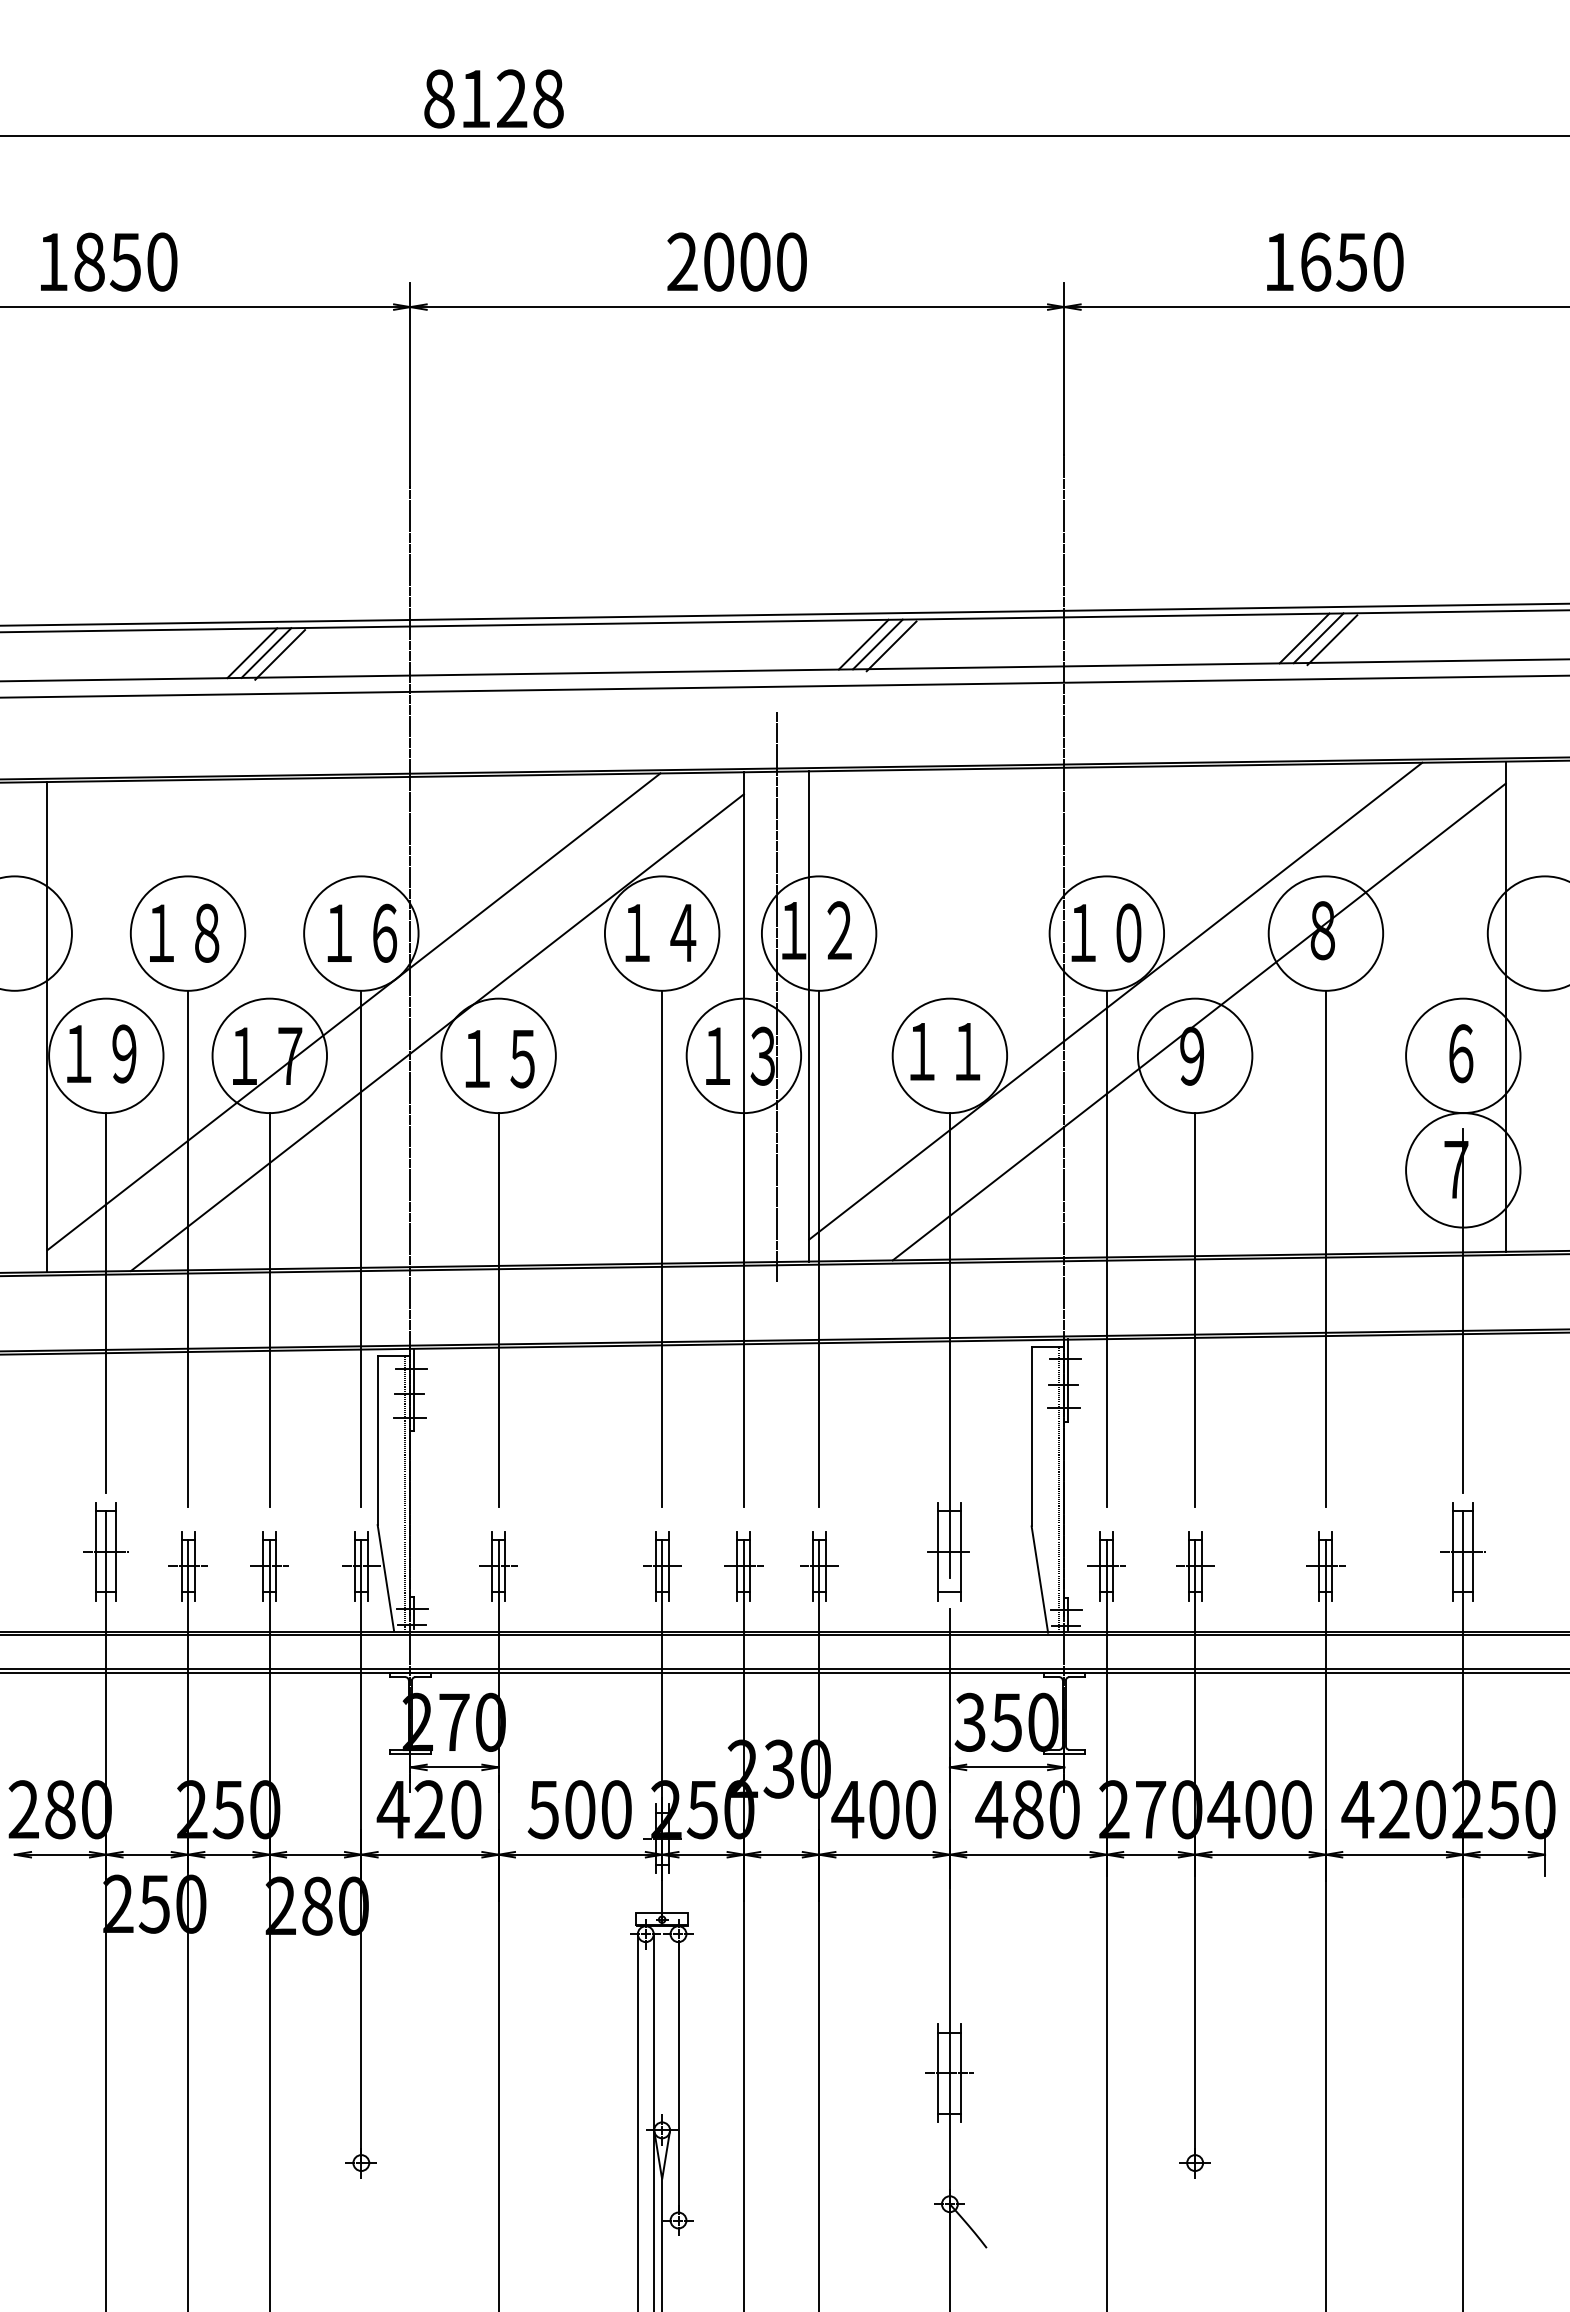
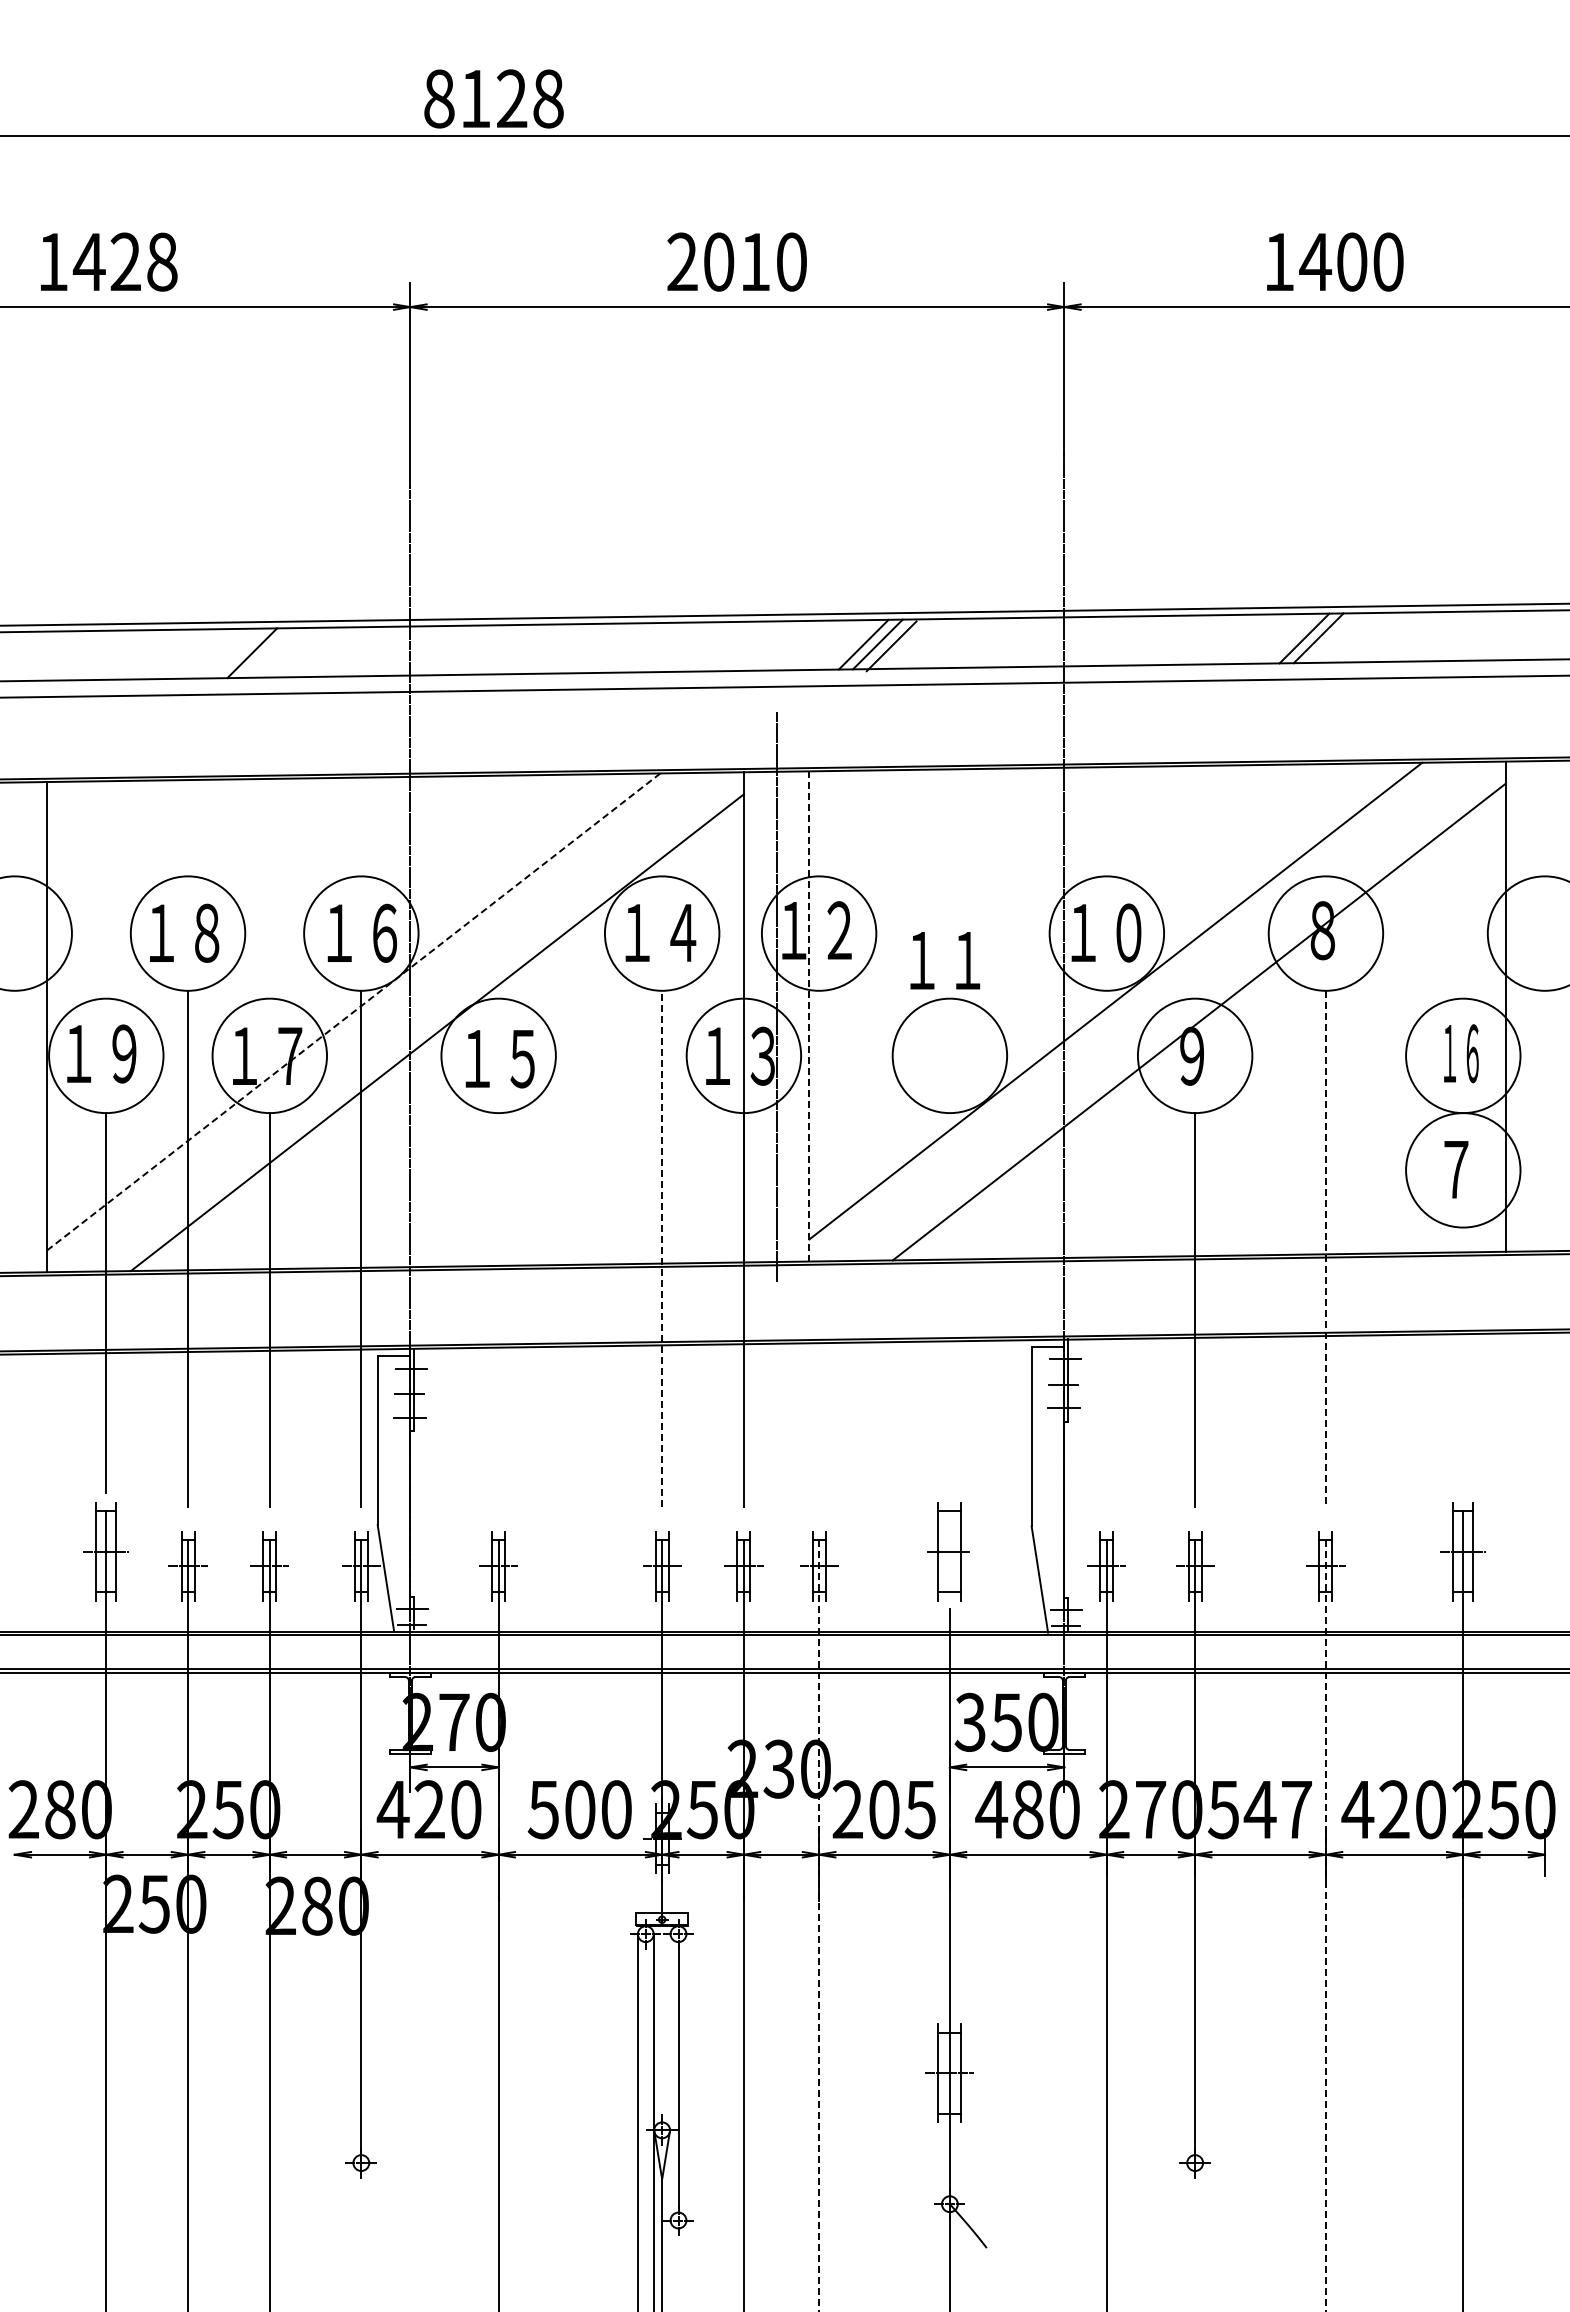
text at (124, 261): 1850 -> 1428
text at (755, 261): 2000 -> 2010
text at (1333, 261): 1650 -> 1400
line at (1332, 640): present -> none
line at (266, 652): present -> none
line at (280, 654): present -> none
line at (353, 1012): solid -> dashed
line at (809, 1016): solid -> dashed
text at (945, 1051) position: (945, 1051) -> (945, 960)
text at (1461, 1053): ６ -> １６
line at (662, 1248): solid -> dashed
line at (819, 1248): present -> none
line at (1106, 1248): present -> none
line at (1325, 1249): solid -> dashed
line at (498, 1310): present -> none
line at (1463, 1310): present -> none
line at (949, 1345): present -> none
line at (1059, 1489): present -> none
line at (405, 1492): present -> none
text at (883, 1809): 400 -> 205
text at (1259, 1809): 400 -> 547
line at (819, 1926): solid -> dashed
line at (1325, 1926): solid -> dashed
